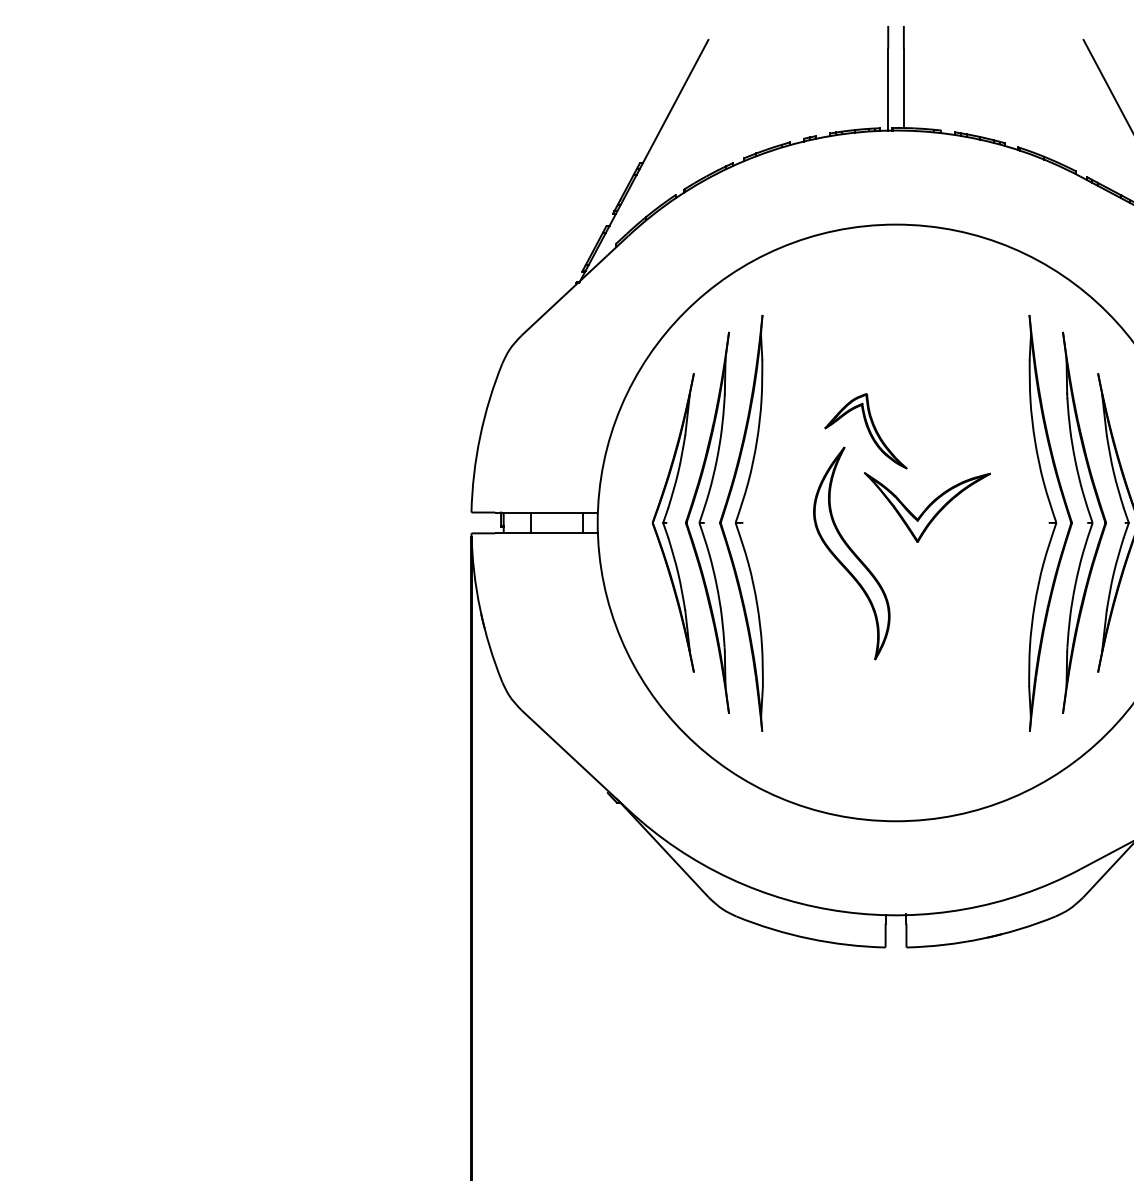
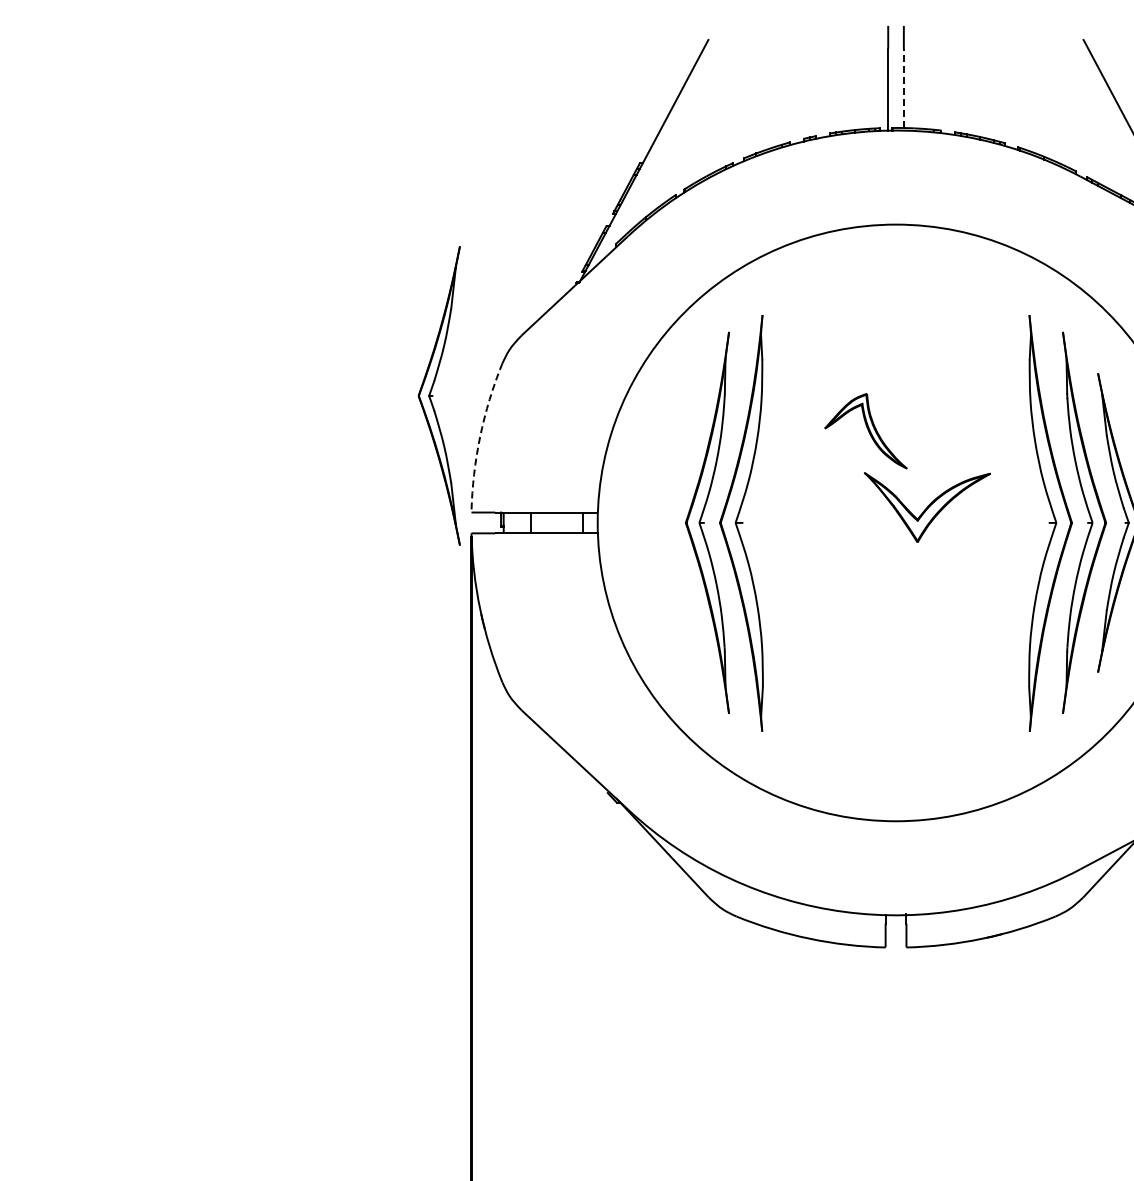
line at (903, 88): solid -> dashed
arc at (480, 436): solid -> dashed
part at (672, 522) position: (672, 522) -> (438, 395)
part at (851, 553): present -> none
